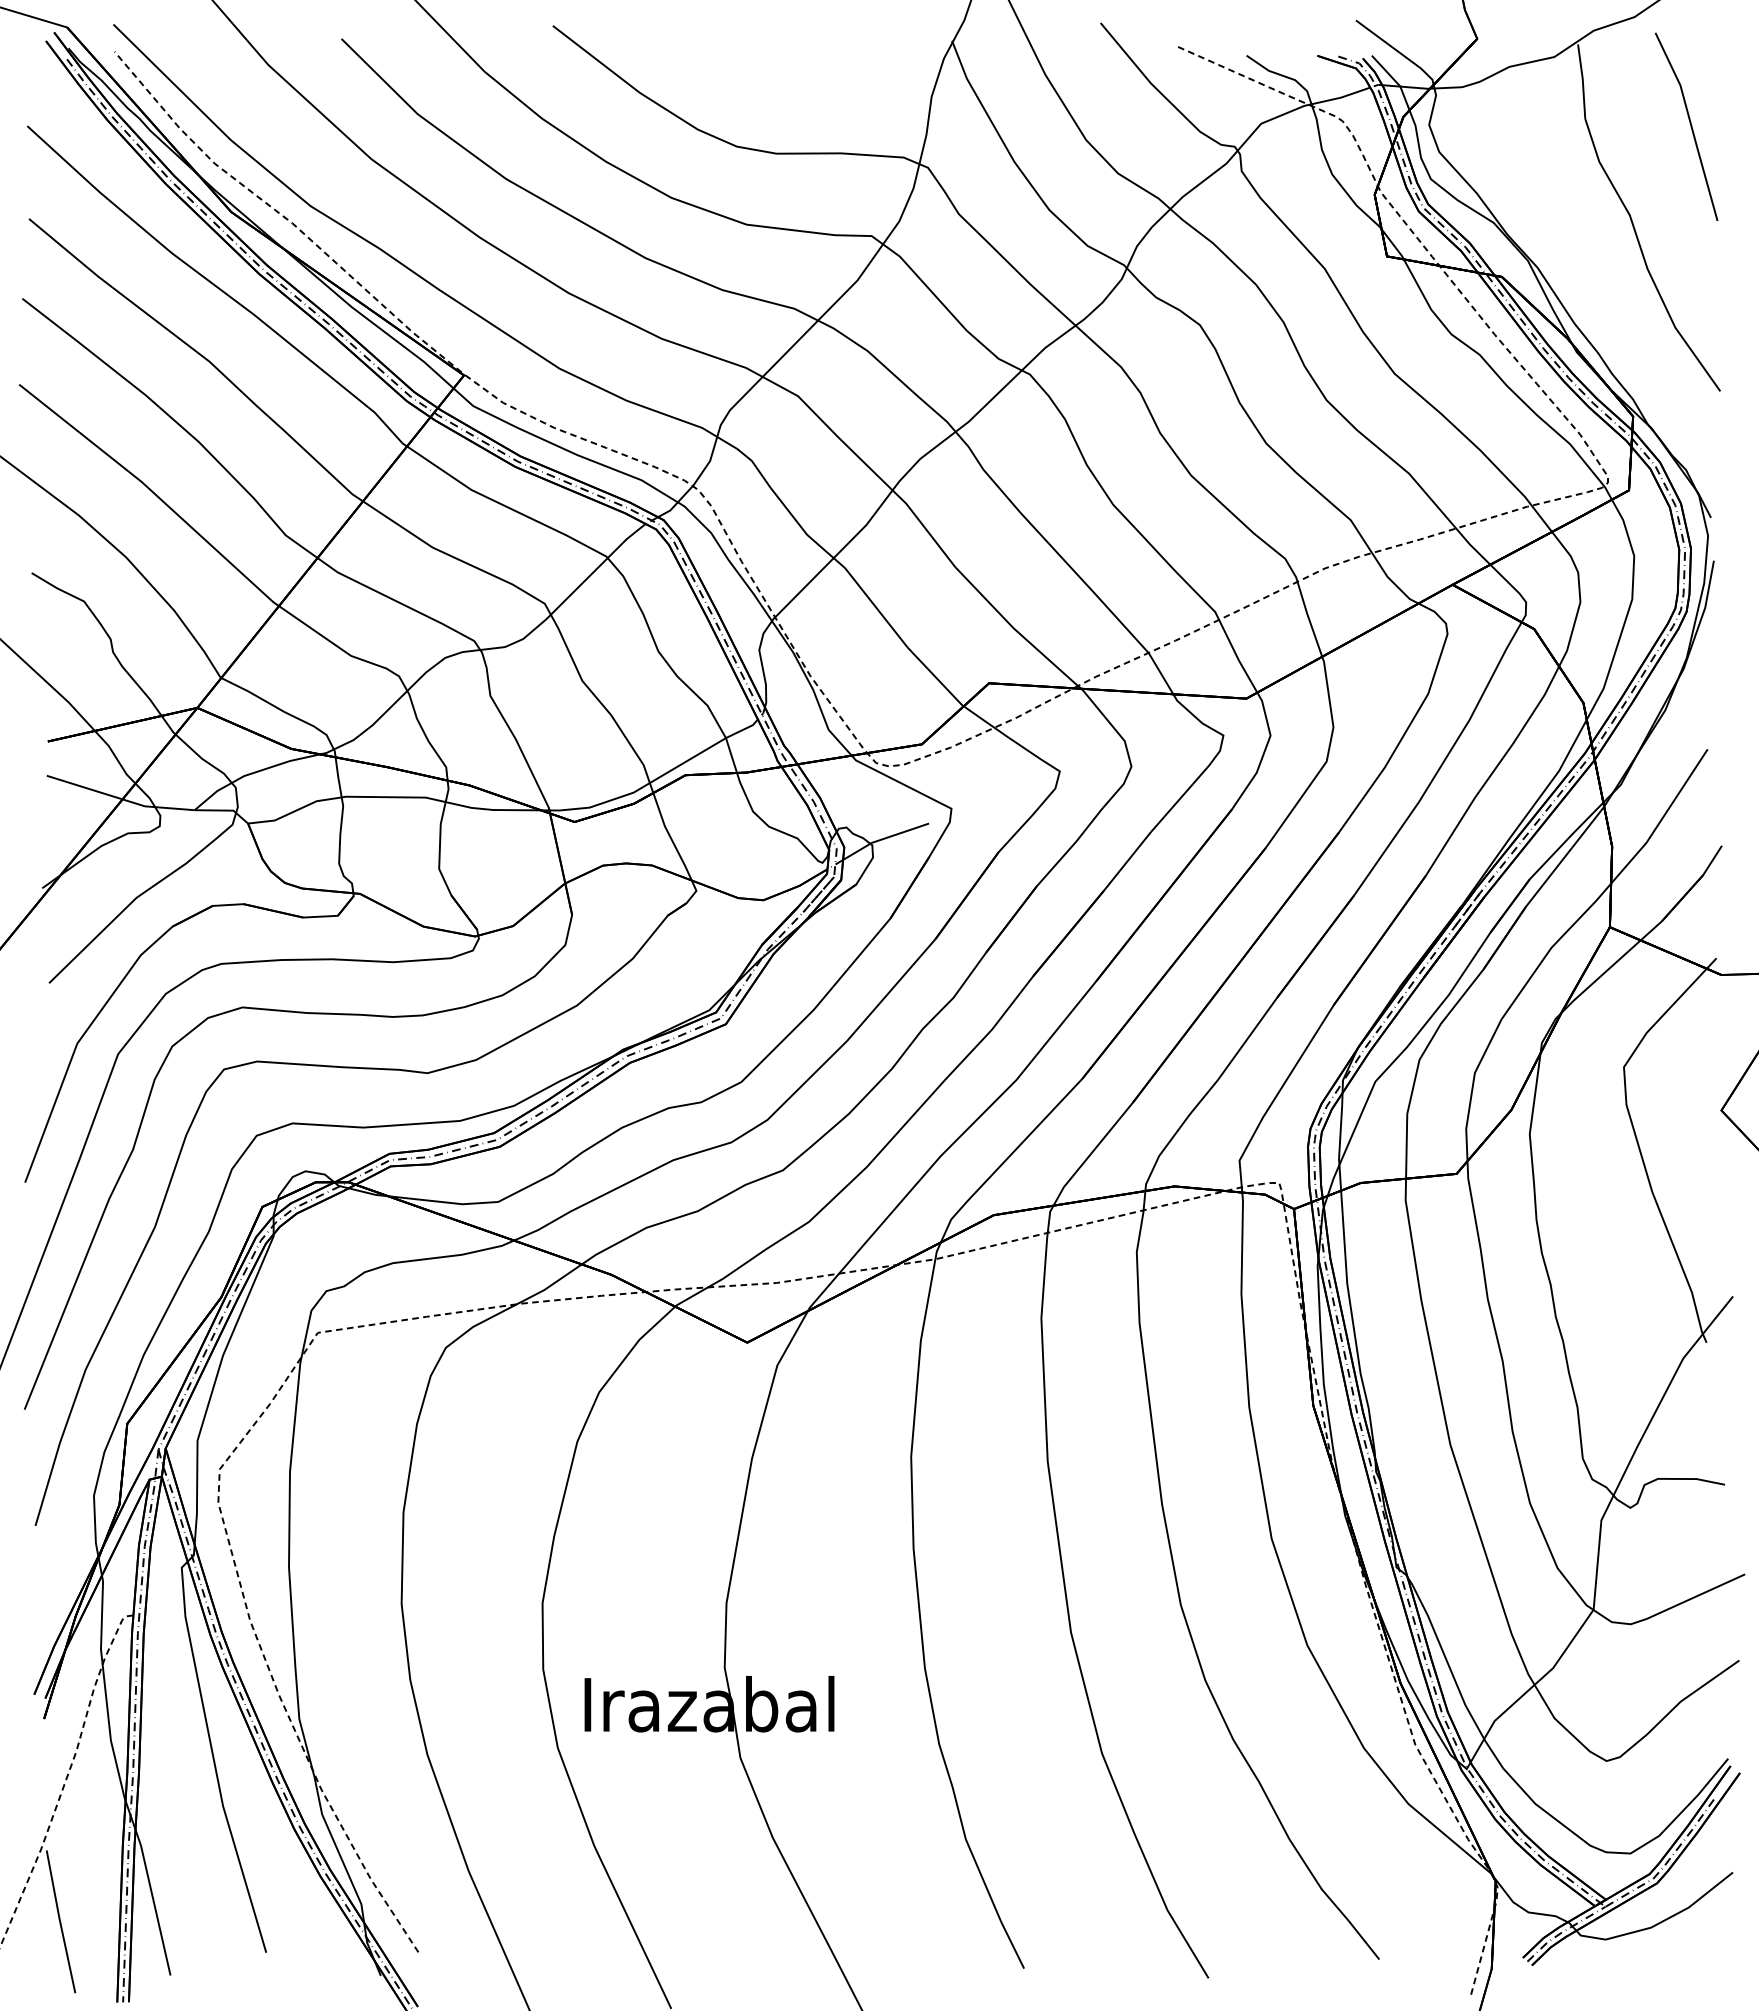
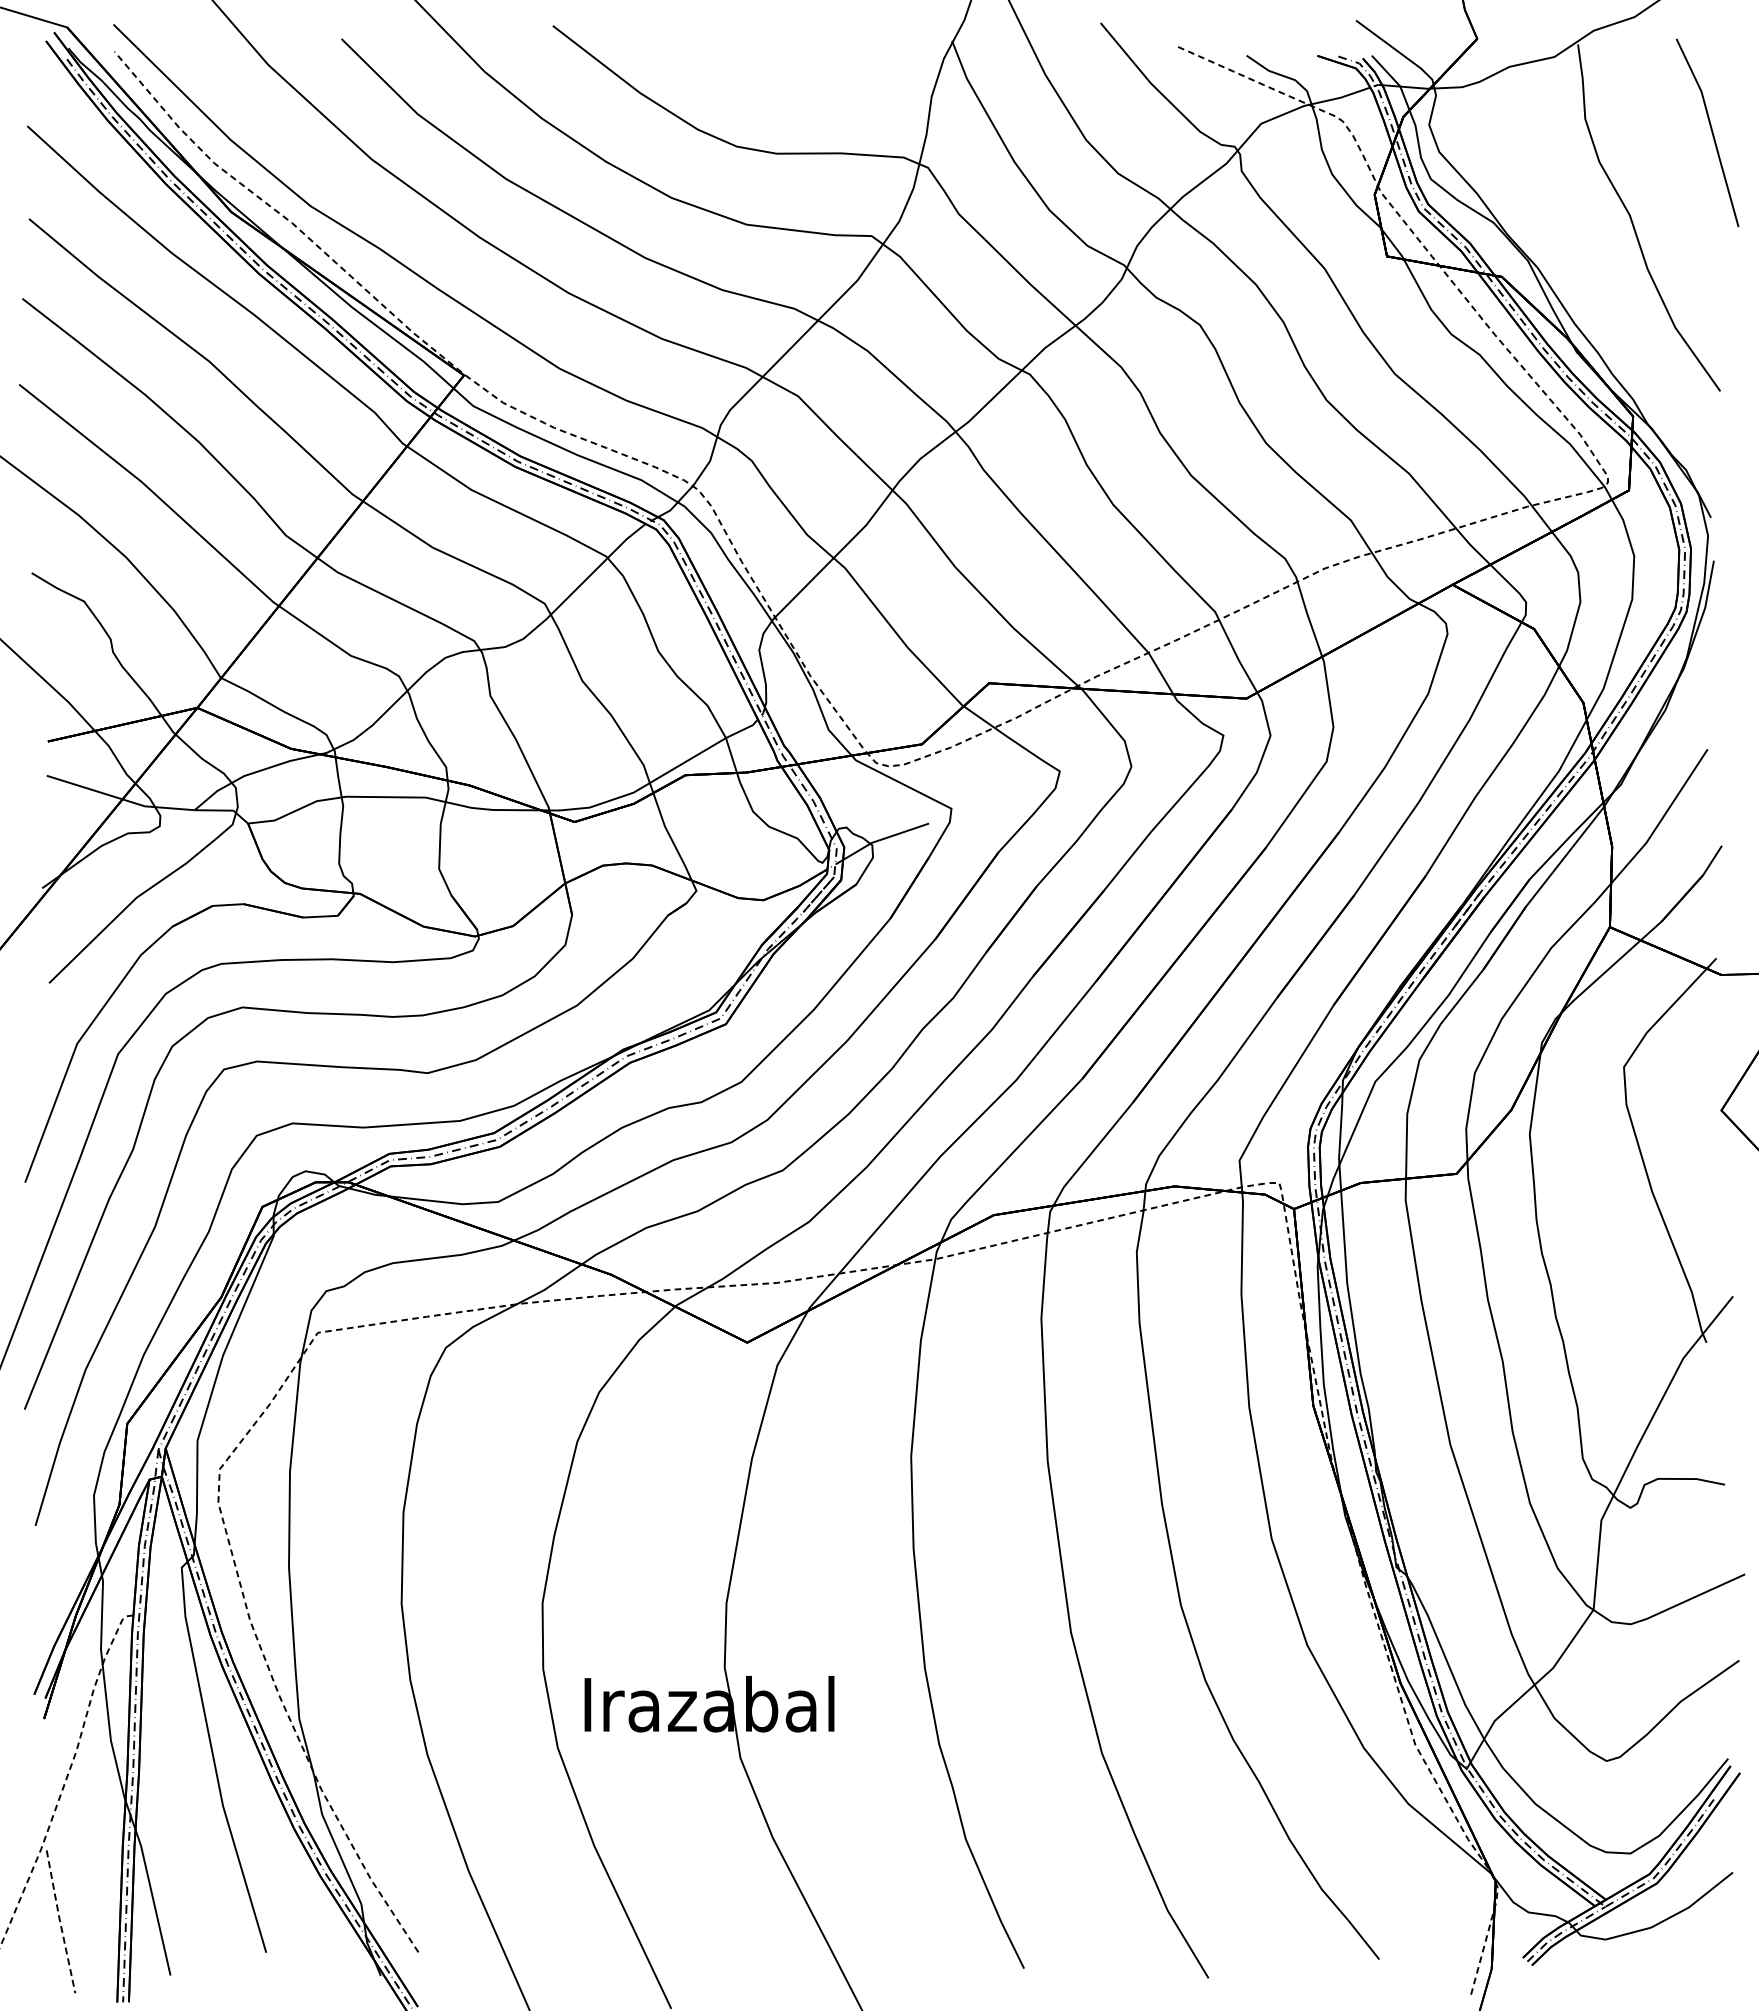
line at (1690, 126) position: (1690, 126) -> (1711, 132)
line at (60, 1921): solid -> dashed
